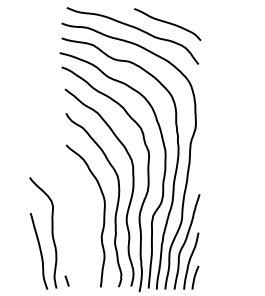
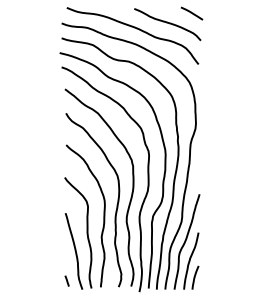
line at (191, 13): none -> present
part at (43, 233) position: (43, 233) -> (78, 233)
